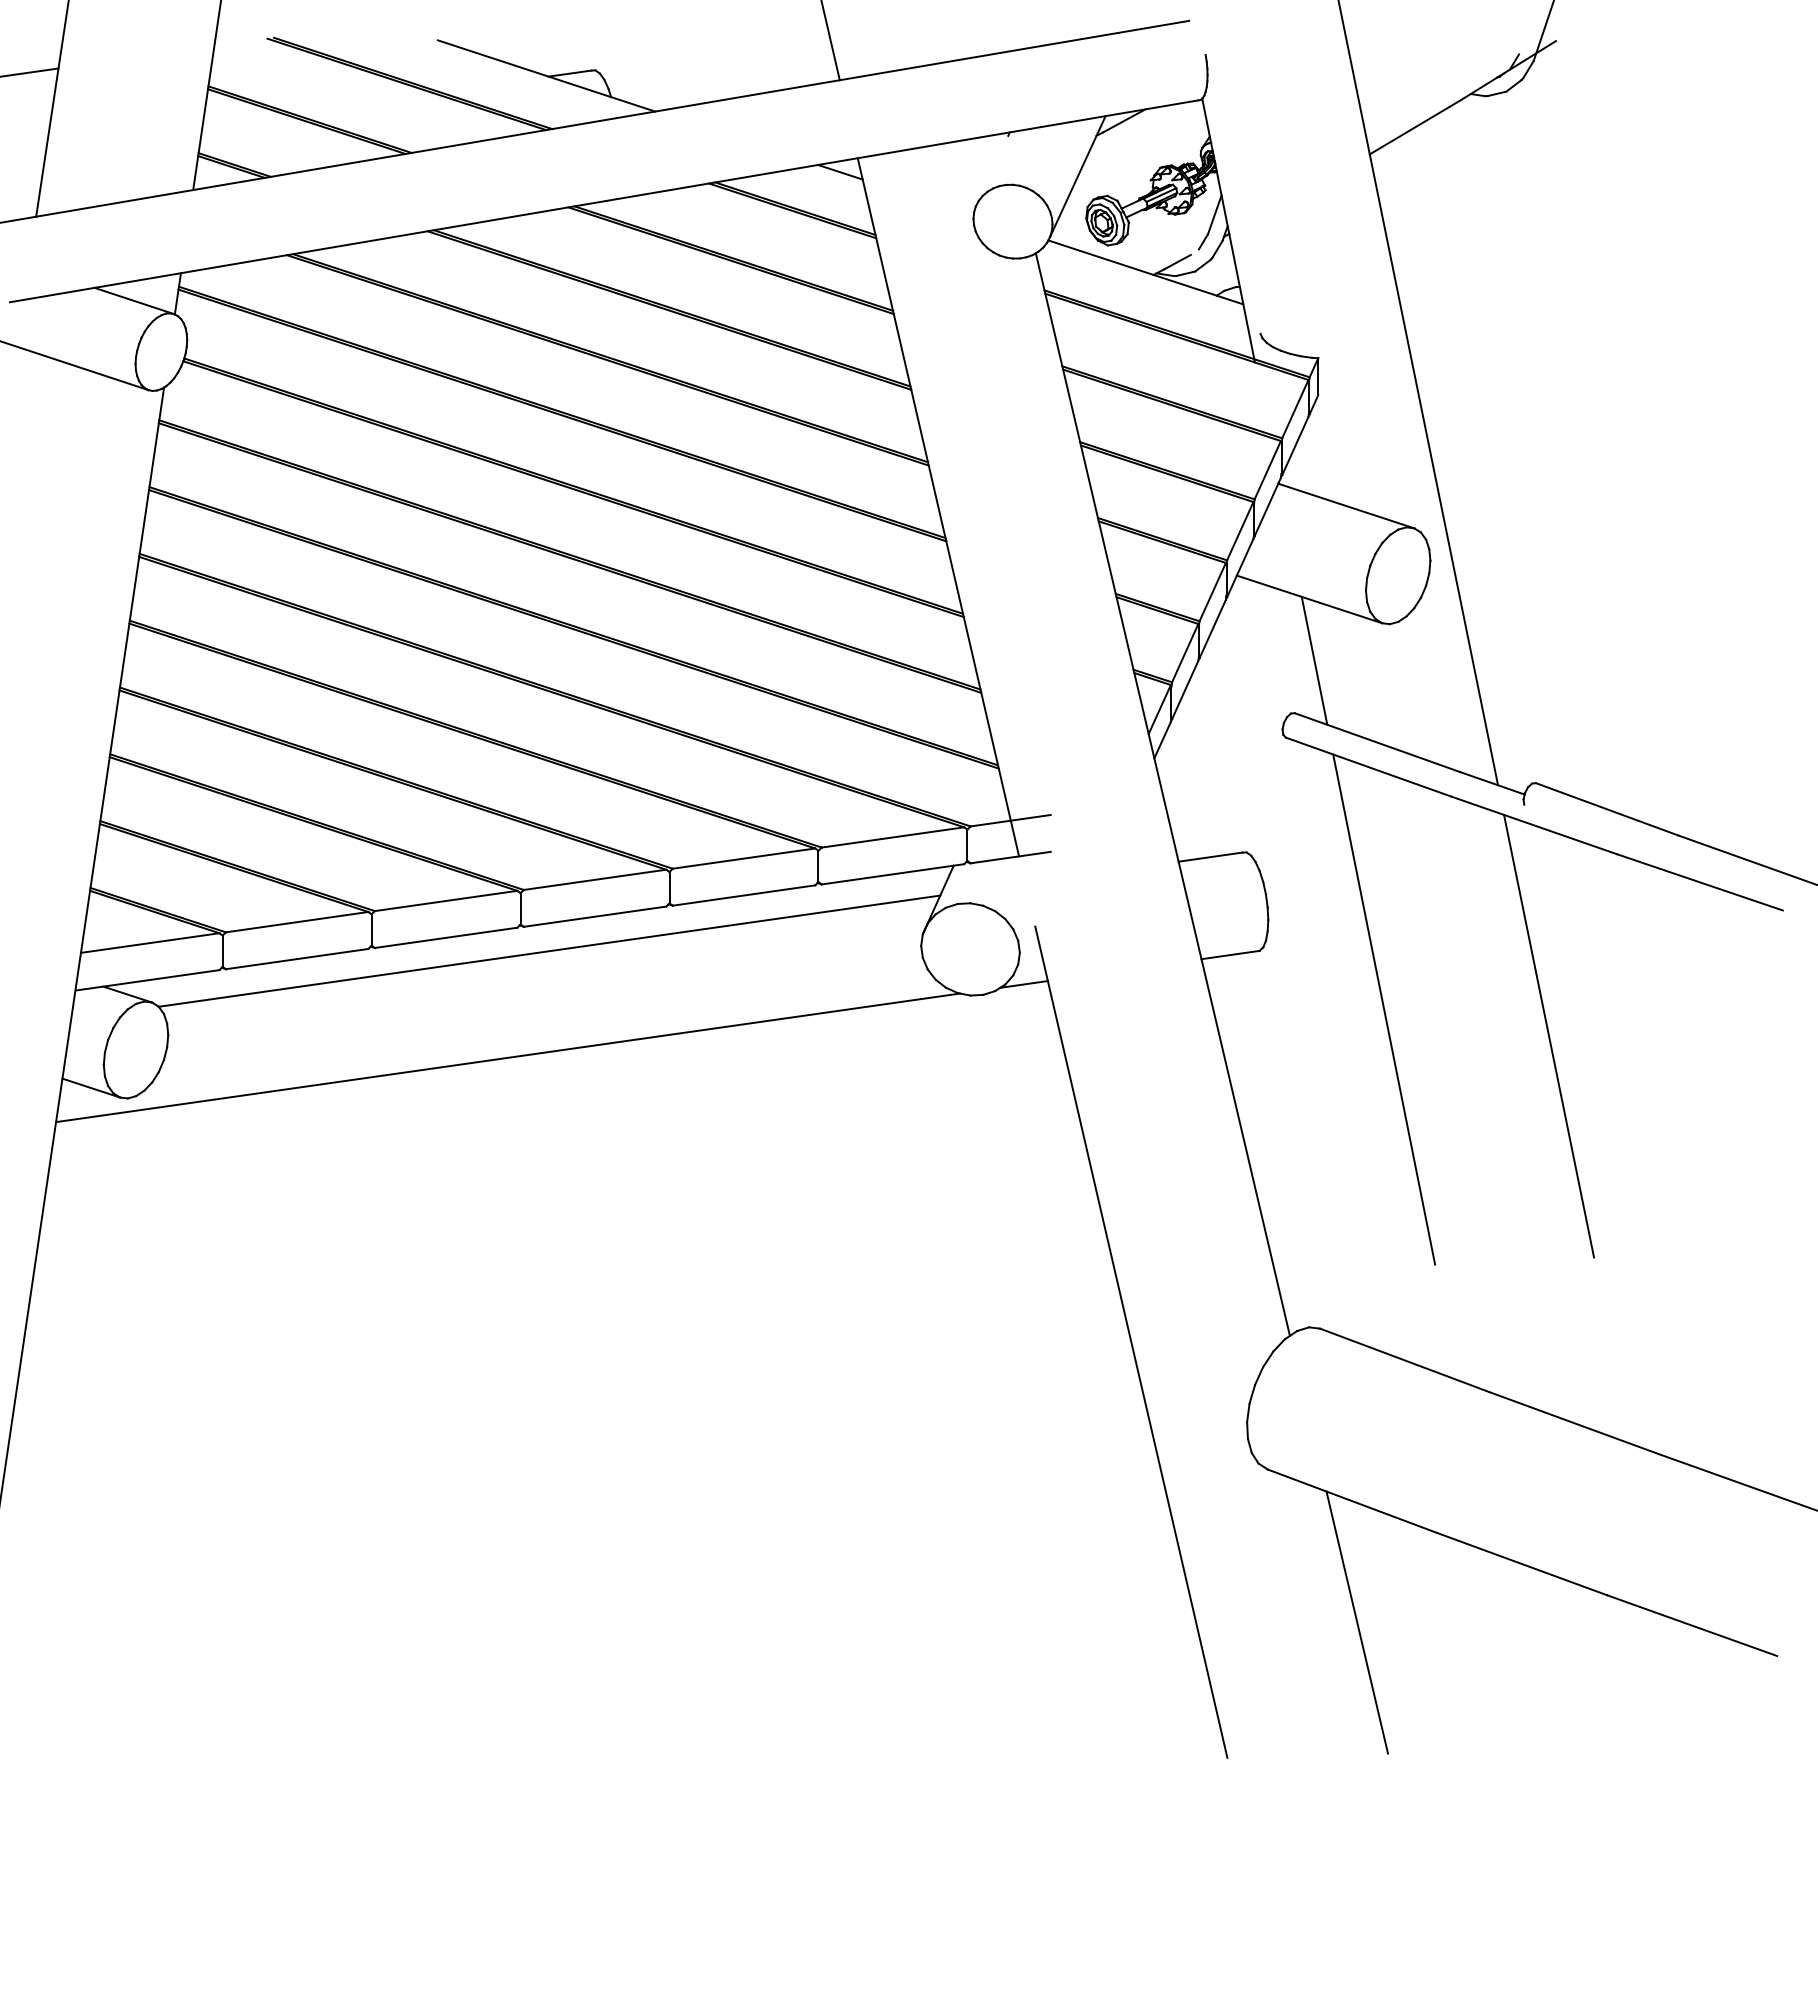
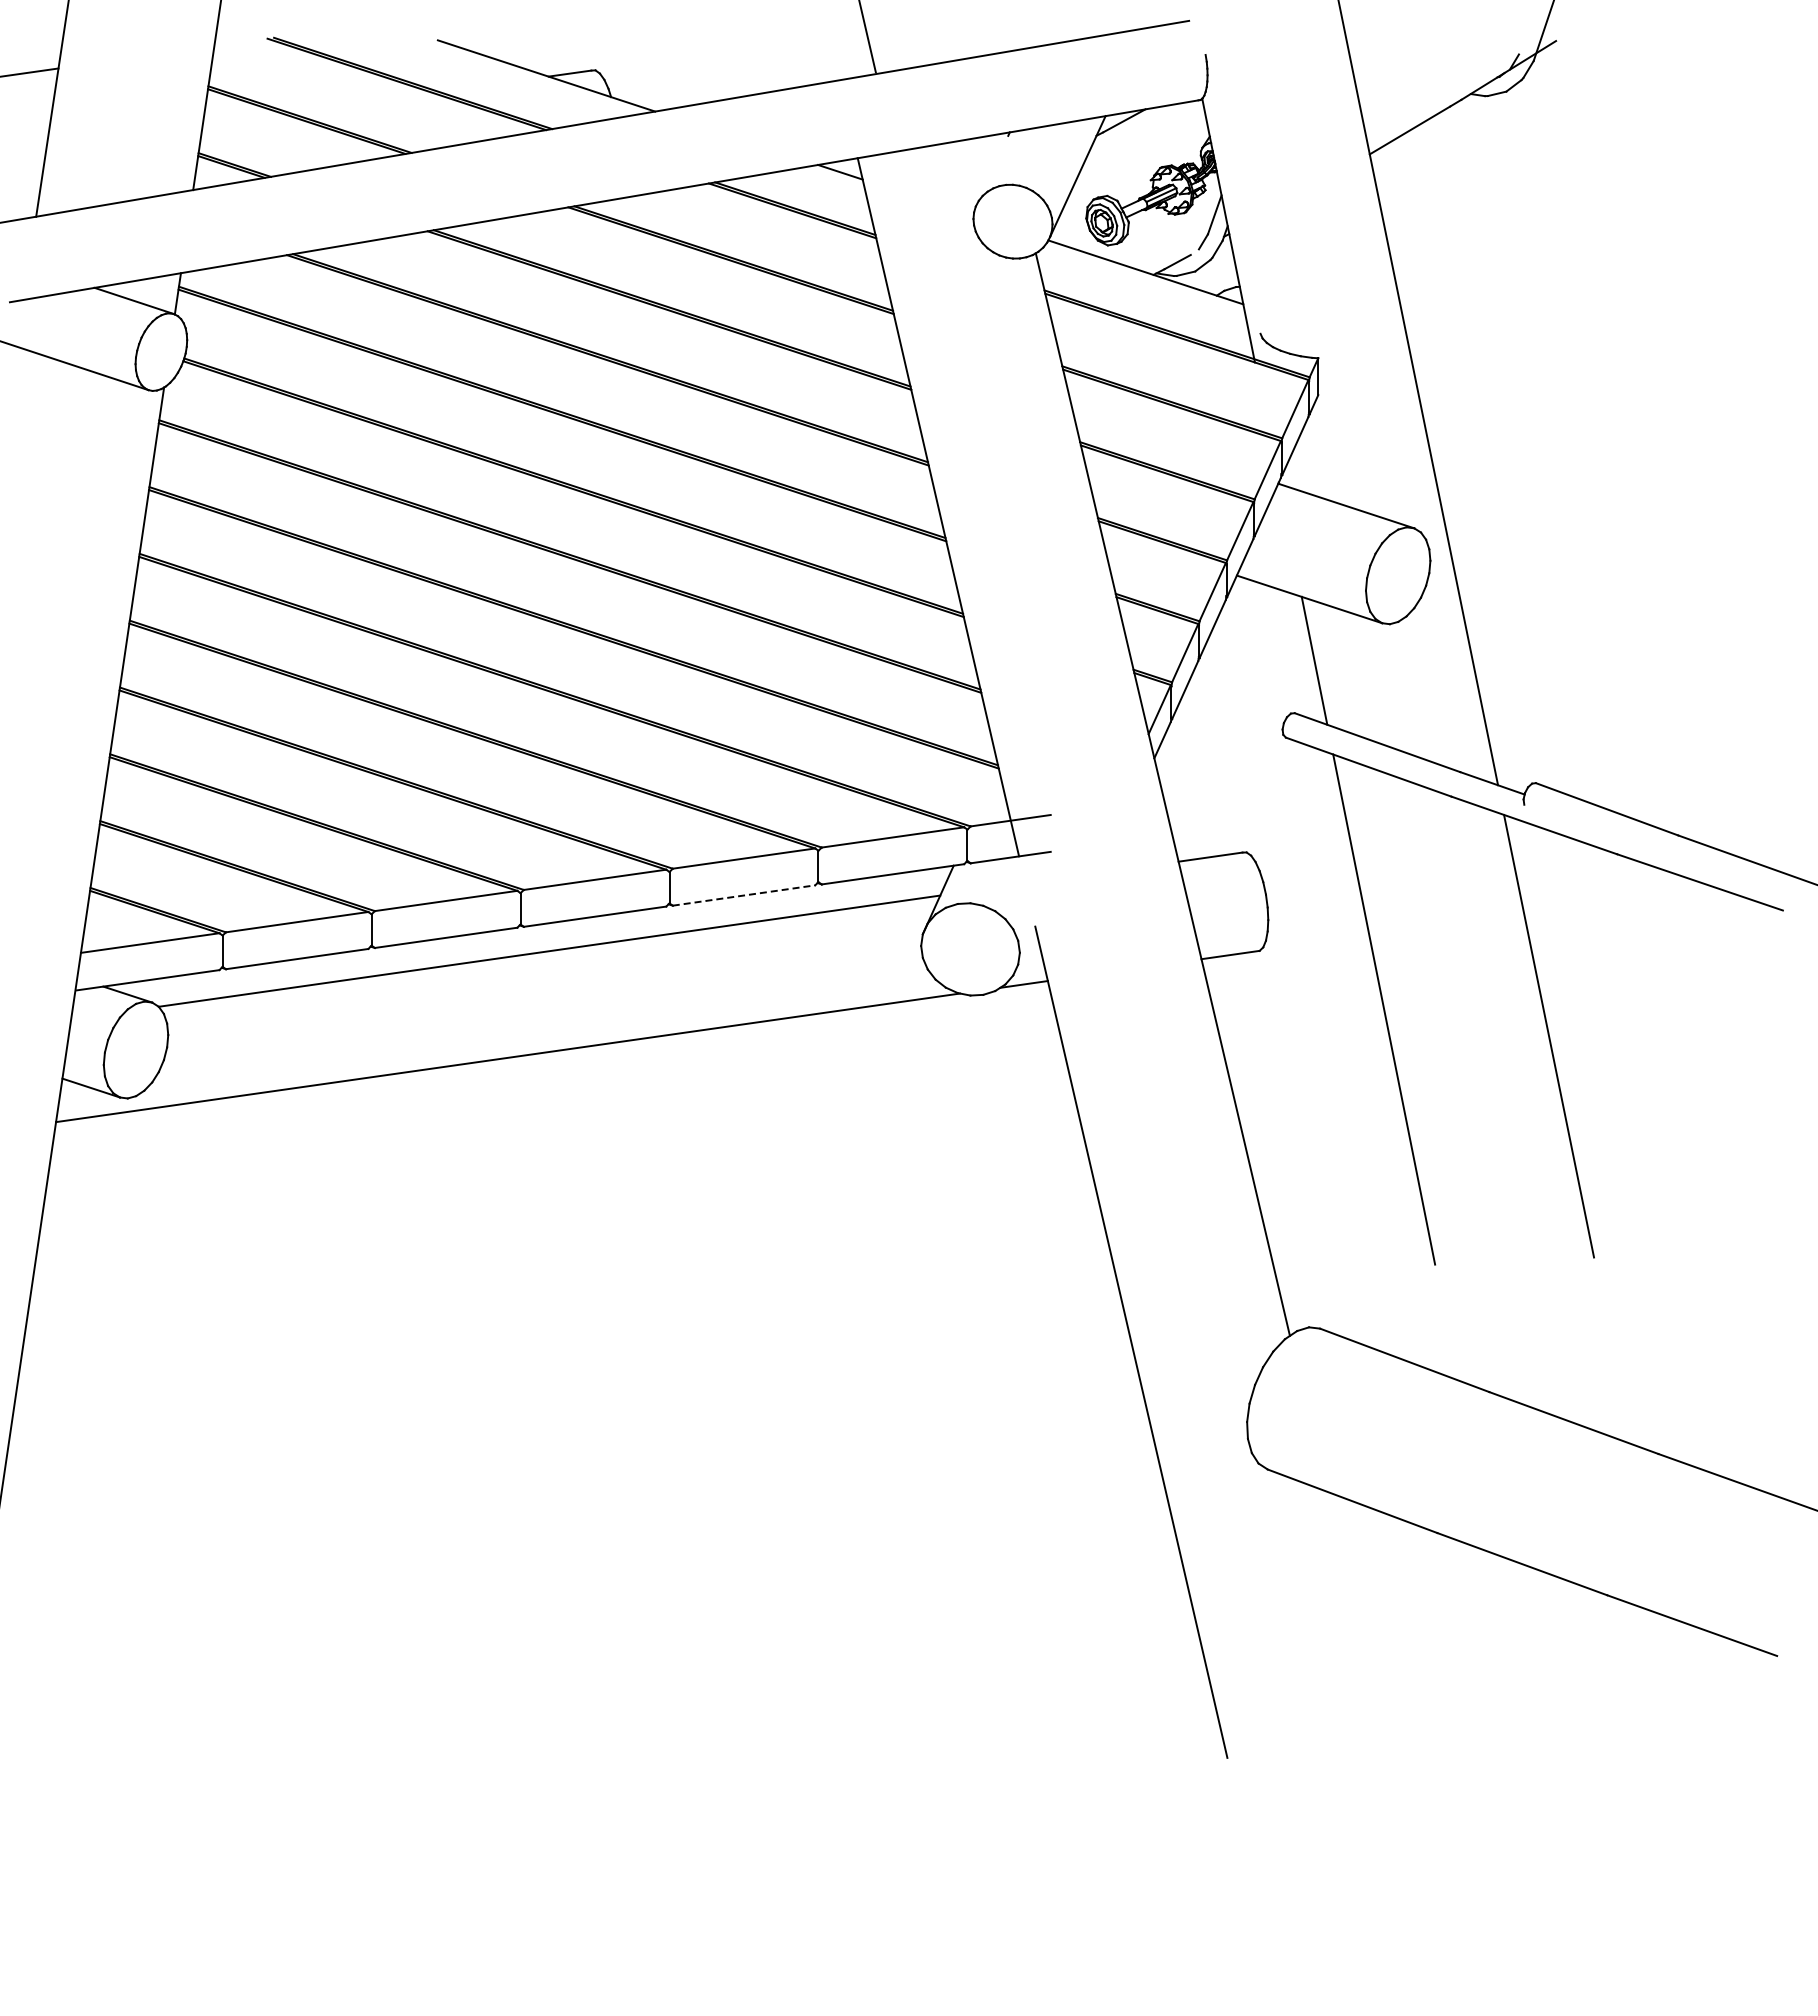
line at (830, 41) position: (830, 41) -> (867, 37)
line at (744, 895): solid -> dashed
line at (1357, 1622): present -> none
